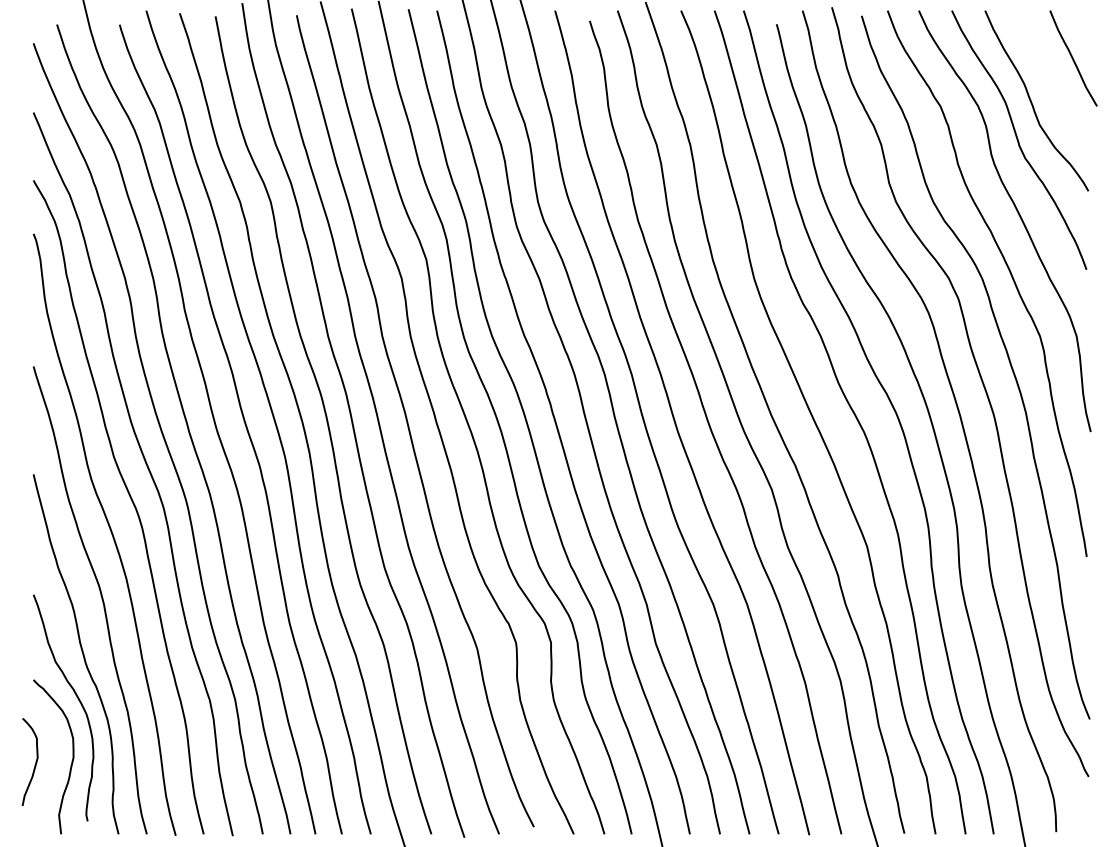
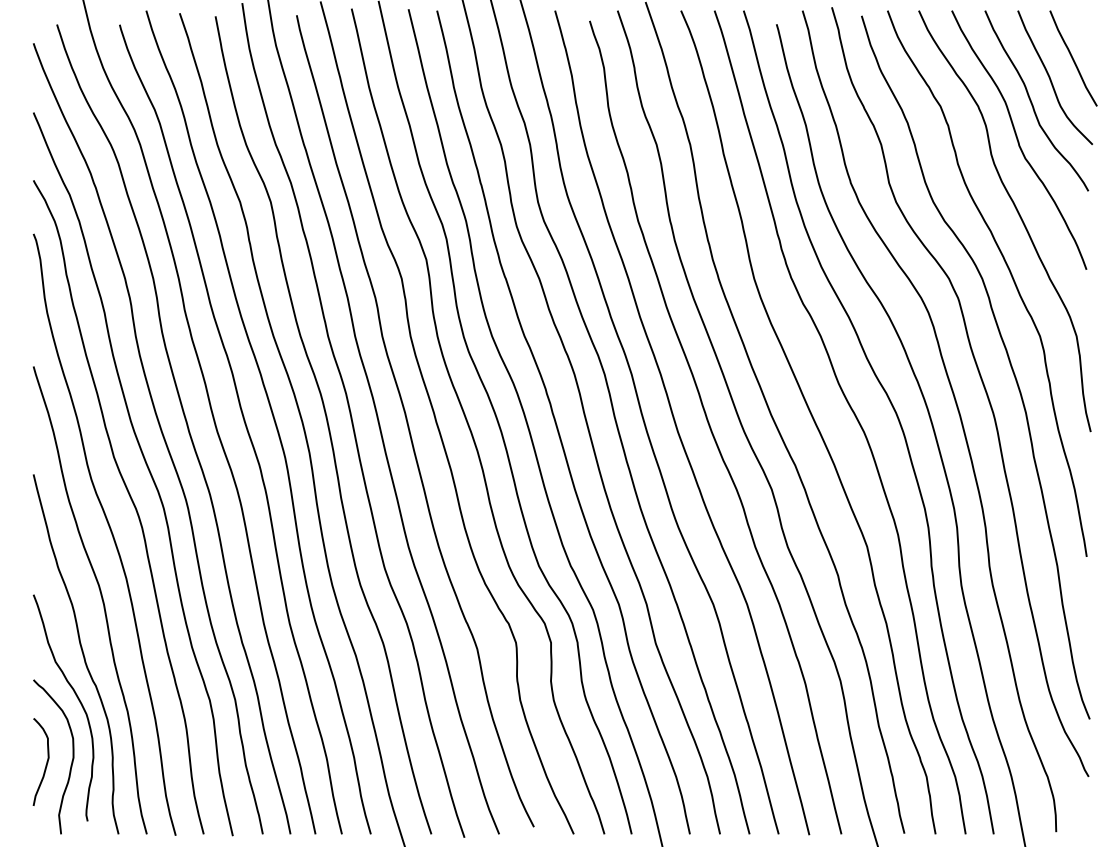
curve at (1051, 79): none -> present
curve at (34, 764) position: (34, 764) -> (45, 764)
